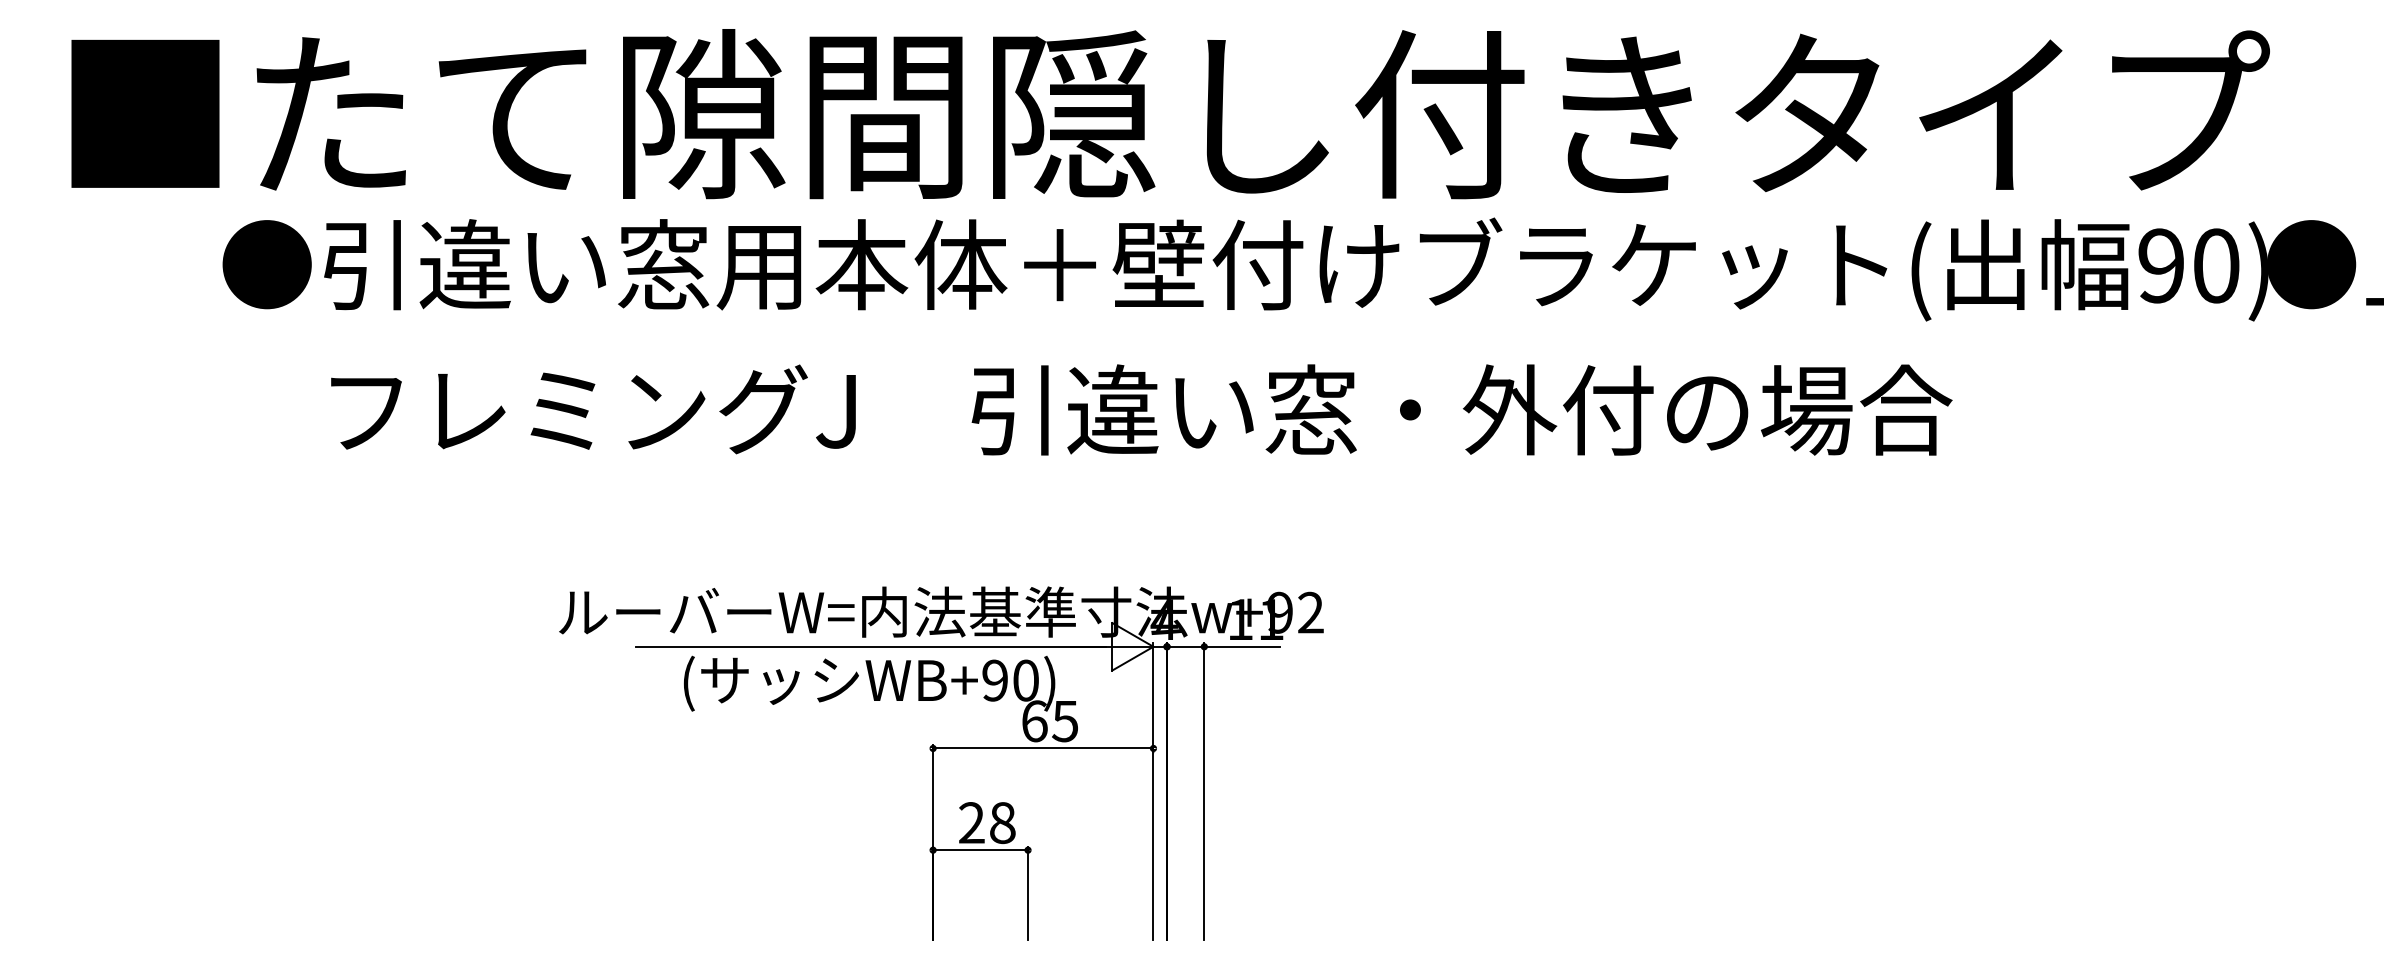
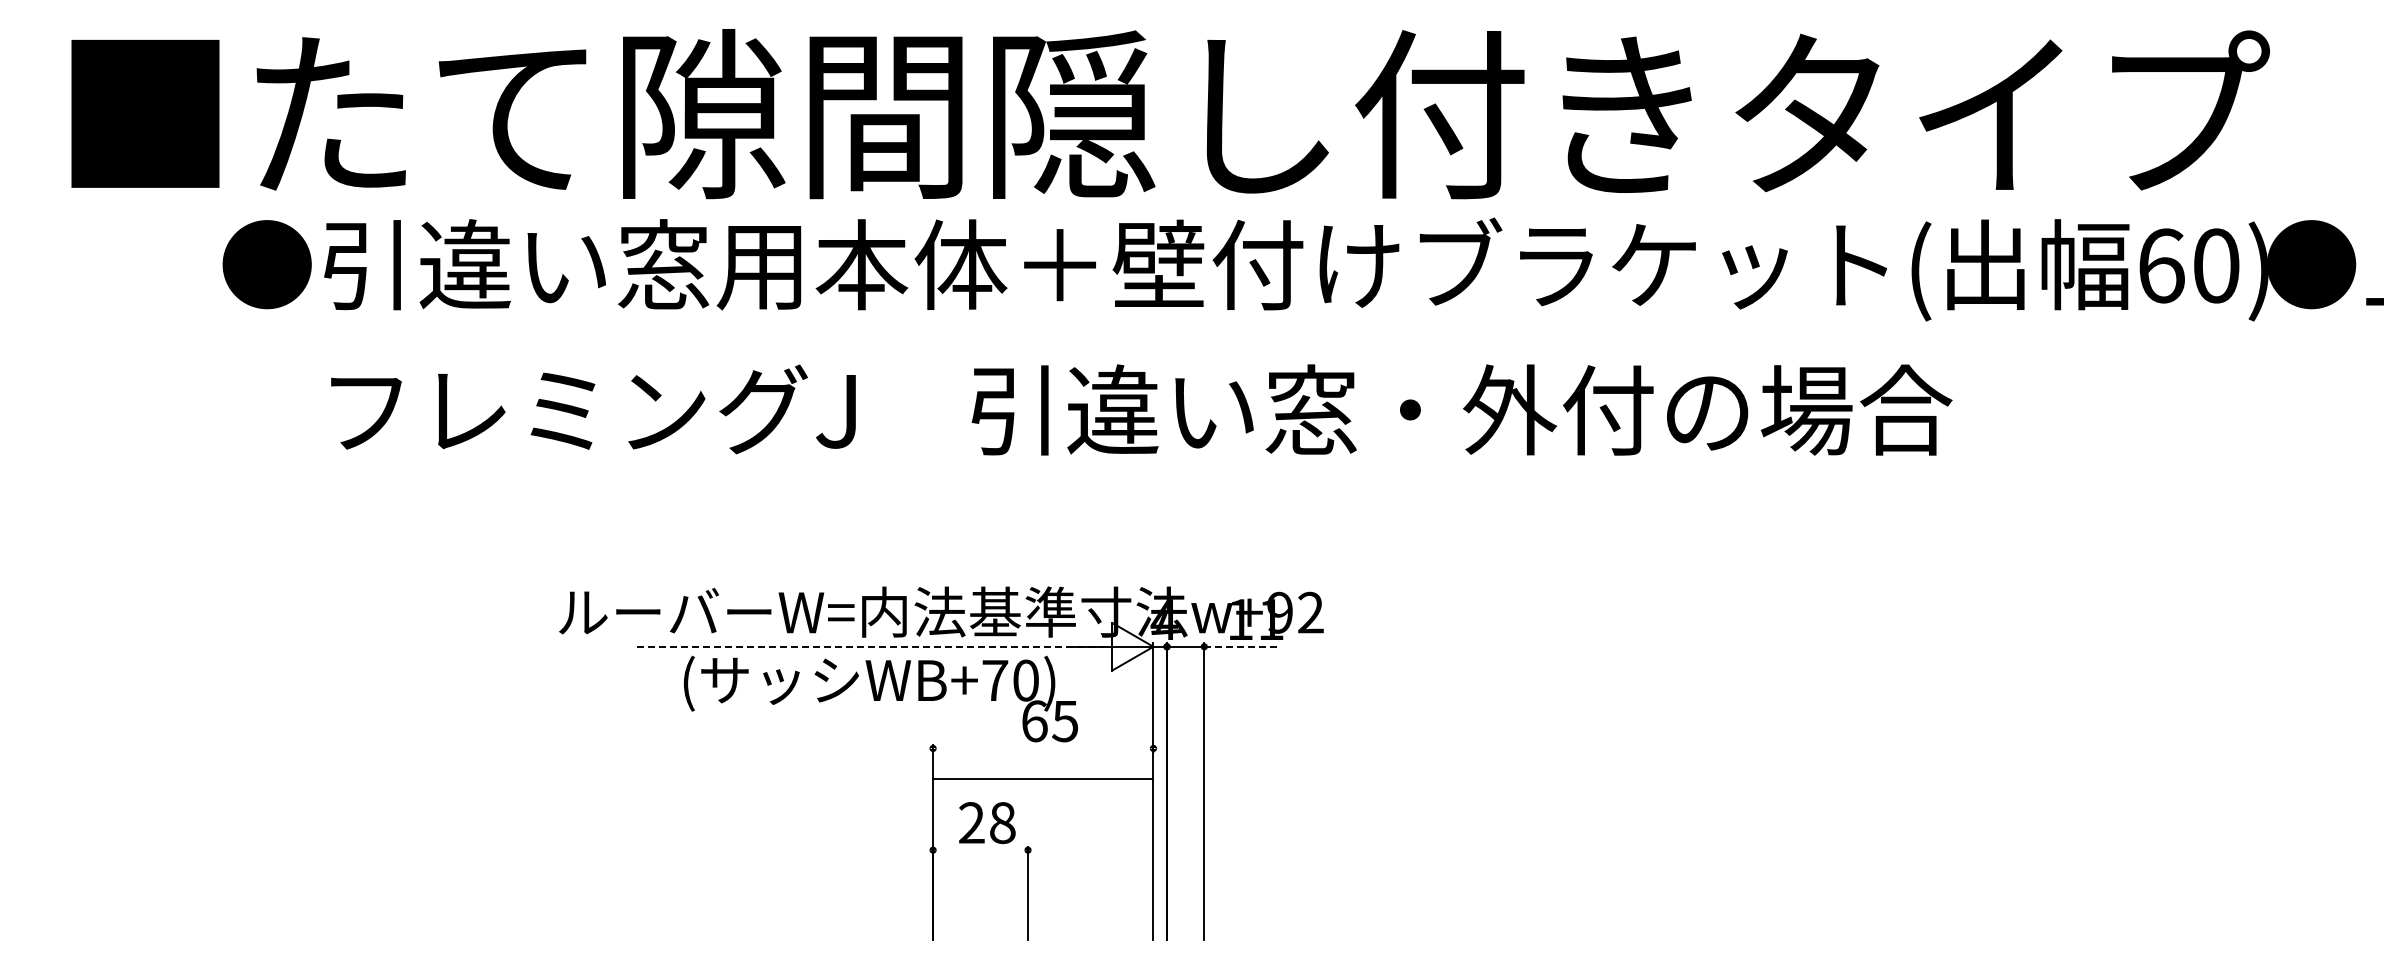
text at (2161, 265): 90) -> 60)
line at (871, 646): solid -> dashed
line at (1242, 646): solid -> dashed
text at (995, 680): WB+90) -> WB+70)
line at (1043, 748) position: (1043, 748) -> (1043, 779)
line at (980, 850): present -> none
